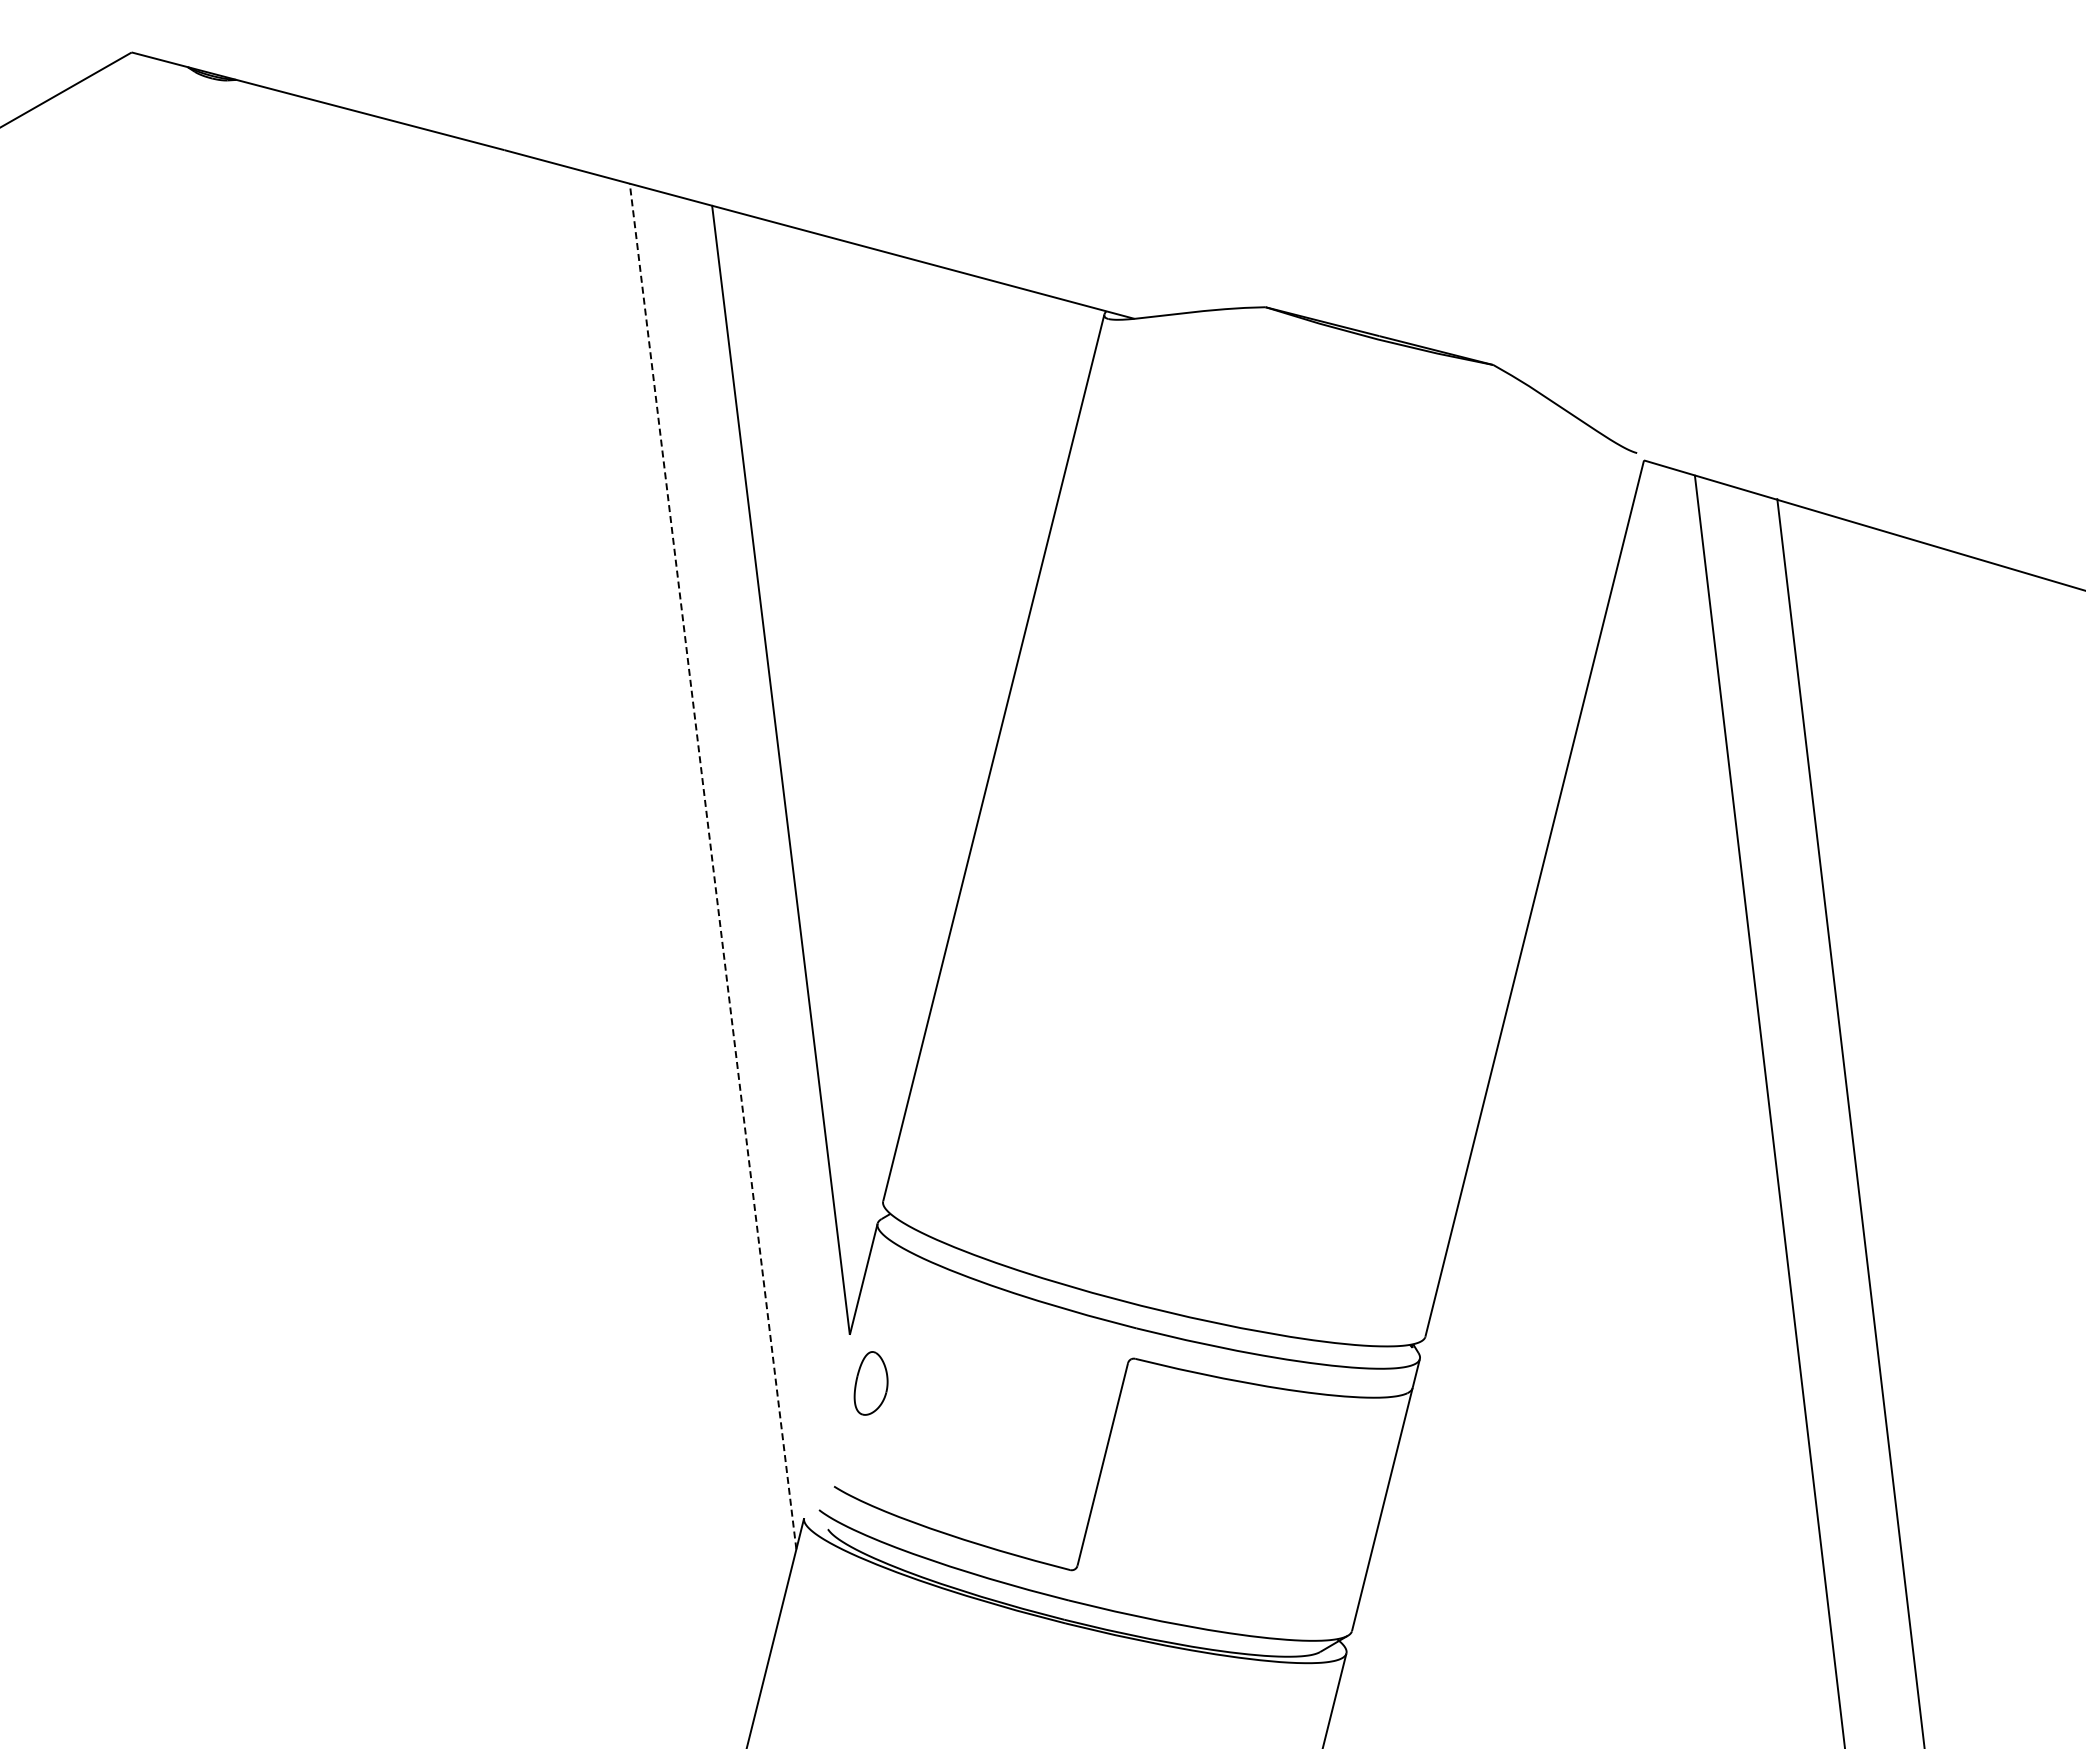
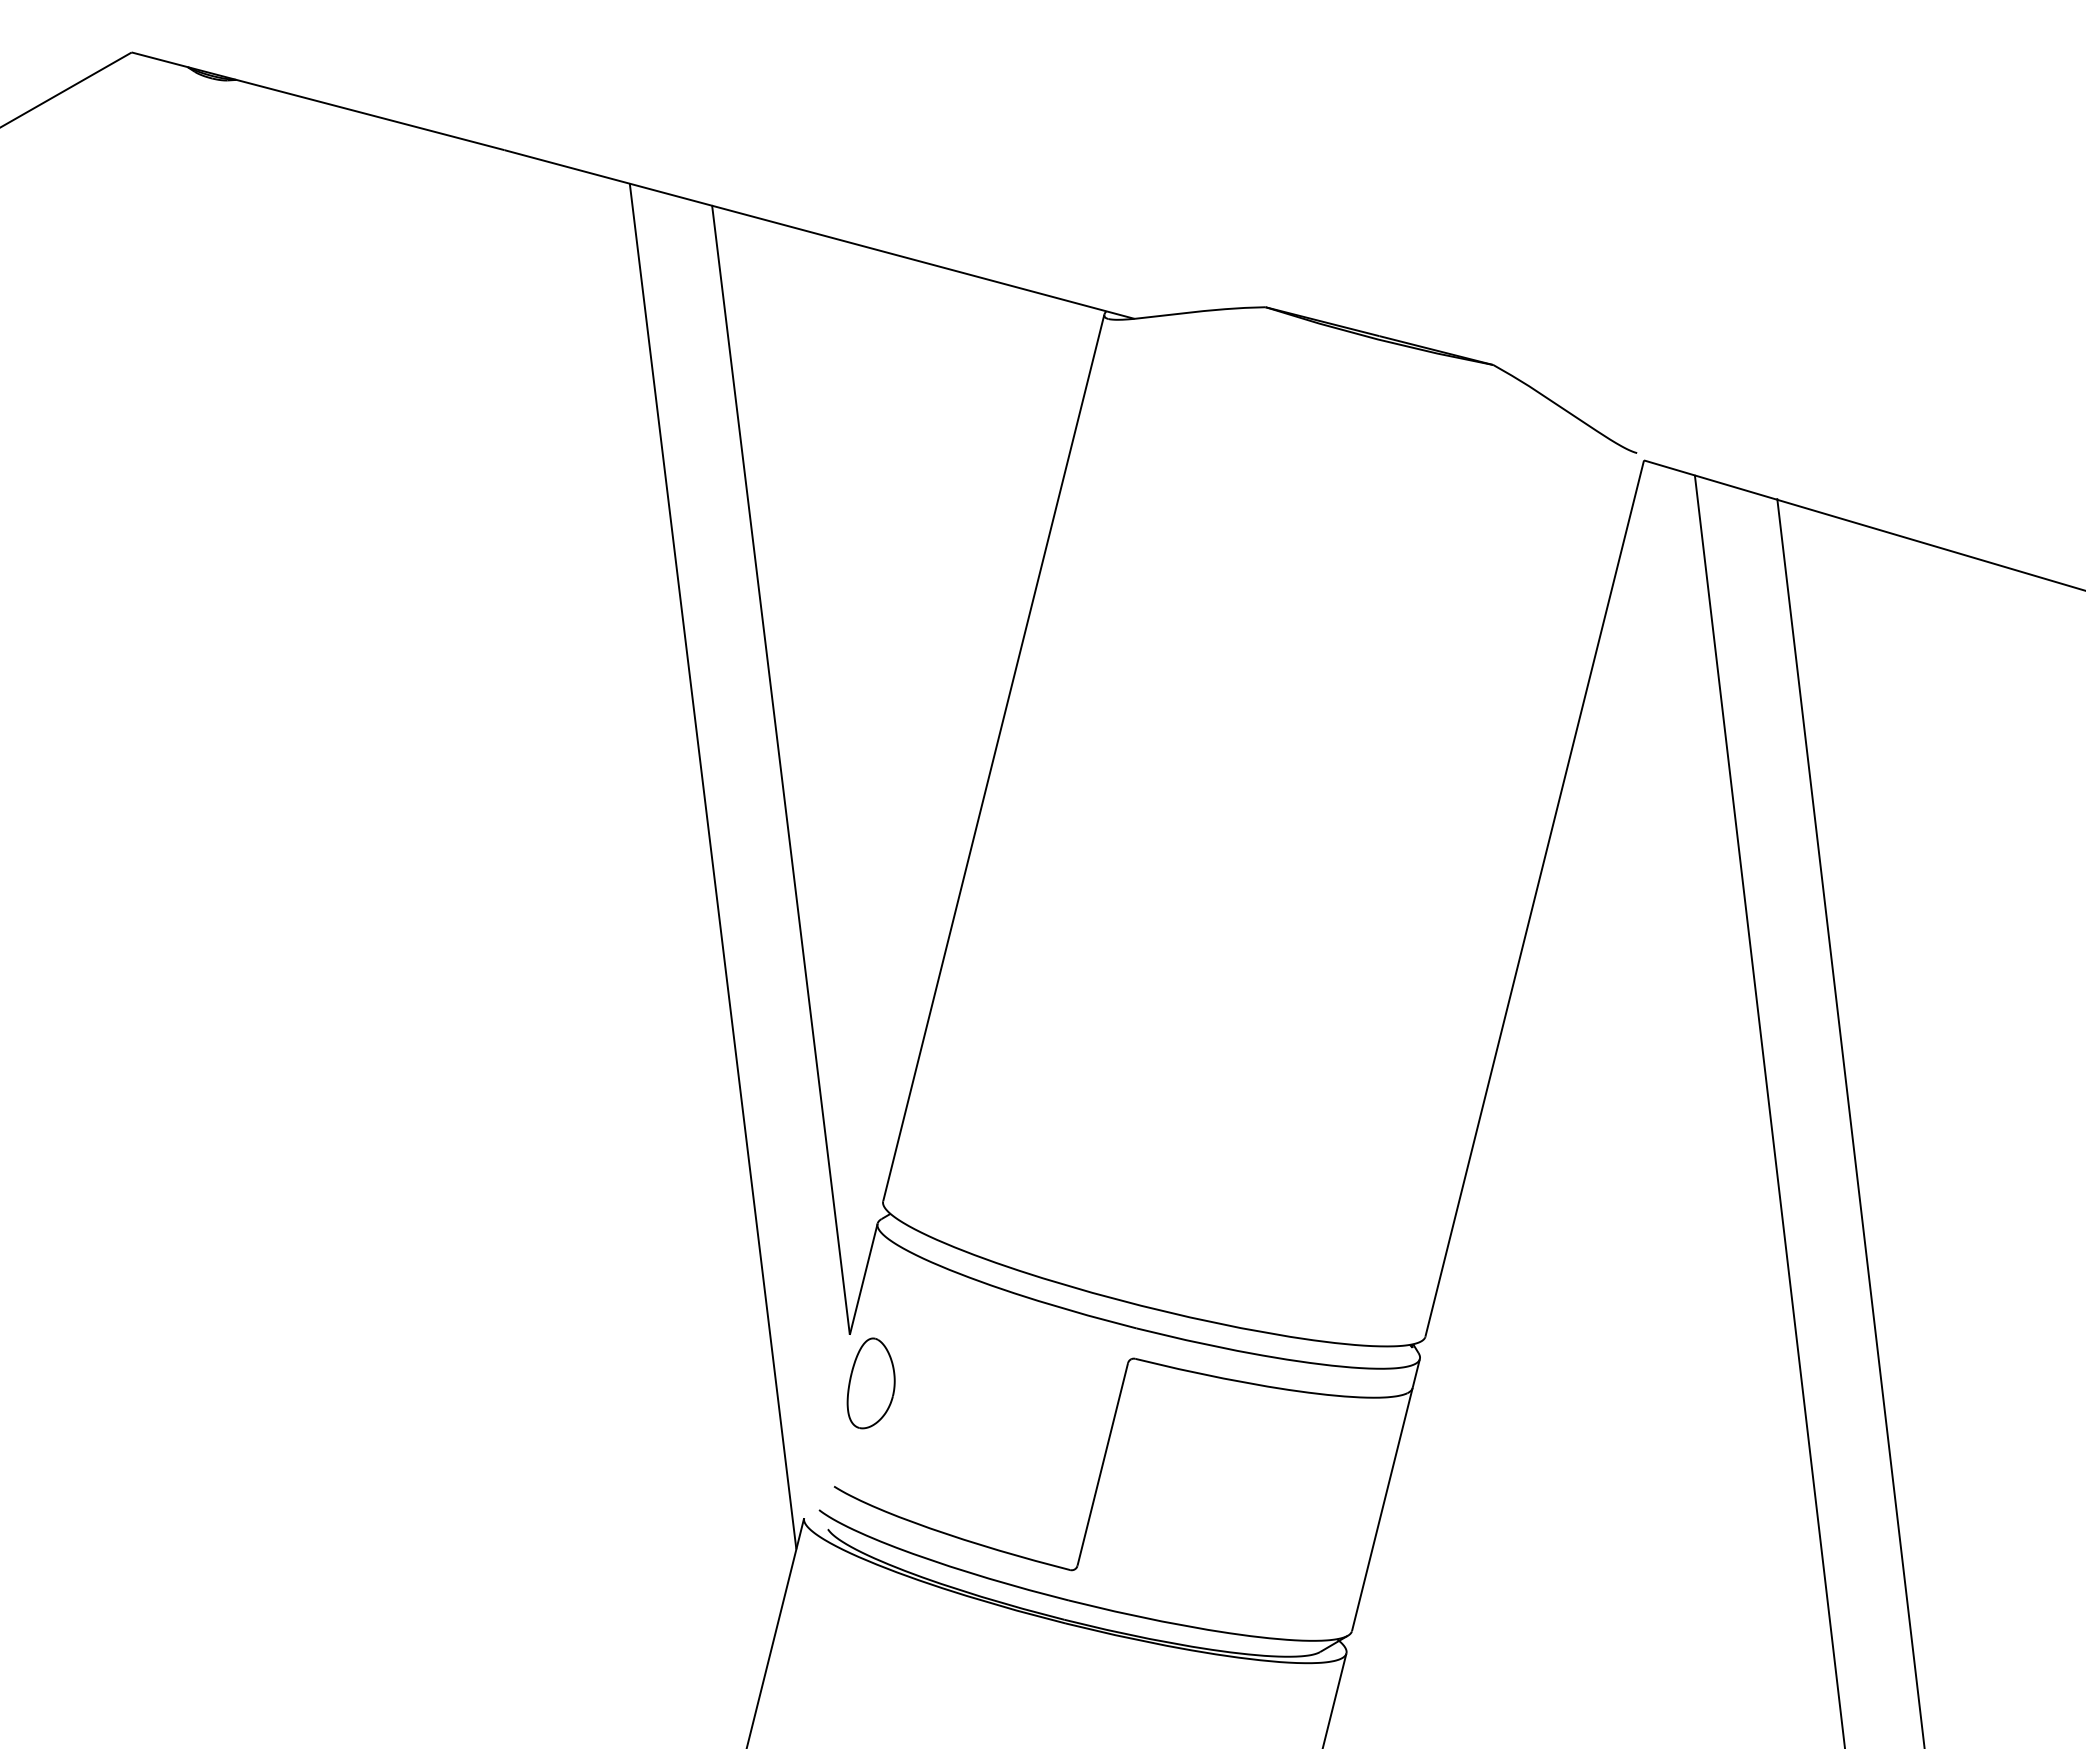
line at (713, 865): dashed -> solid
part at (870, 1383) size: 36x65 px -> 50x93 px
